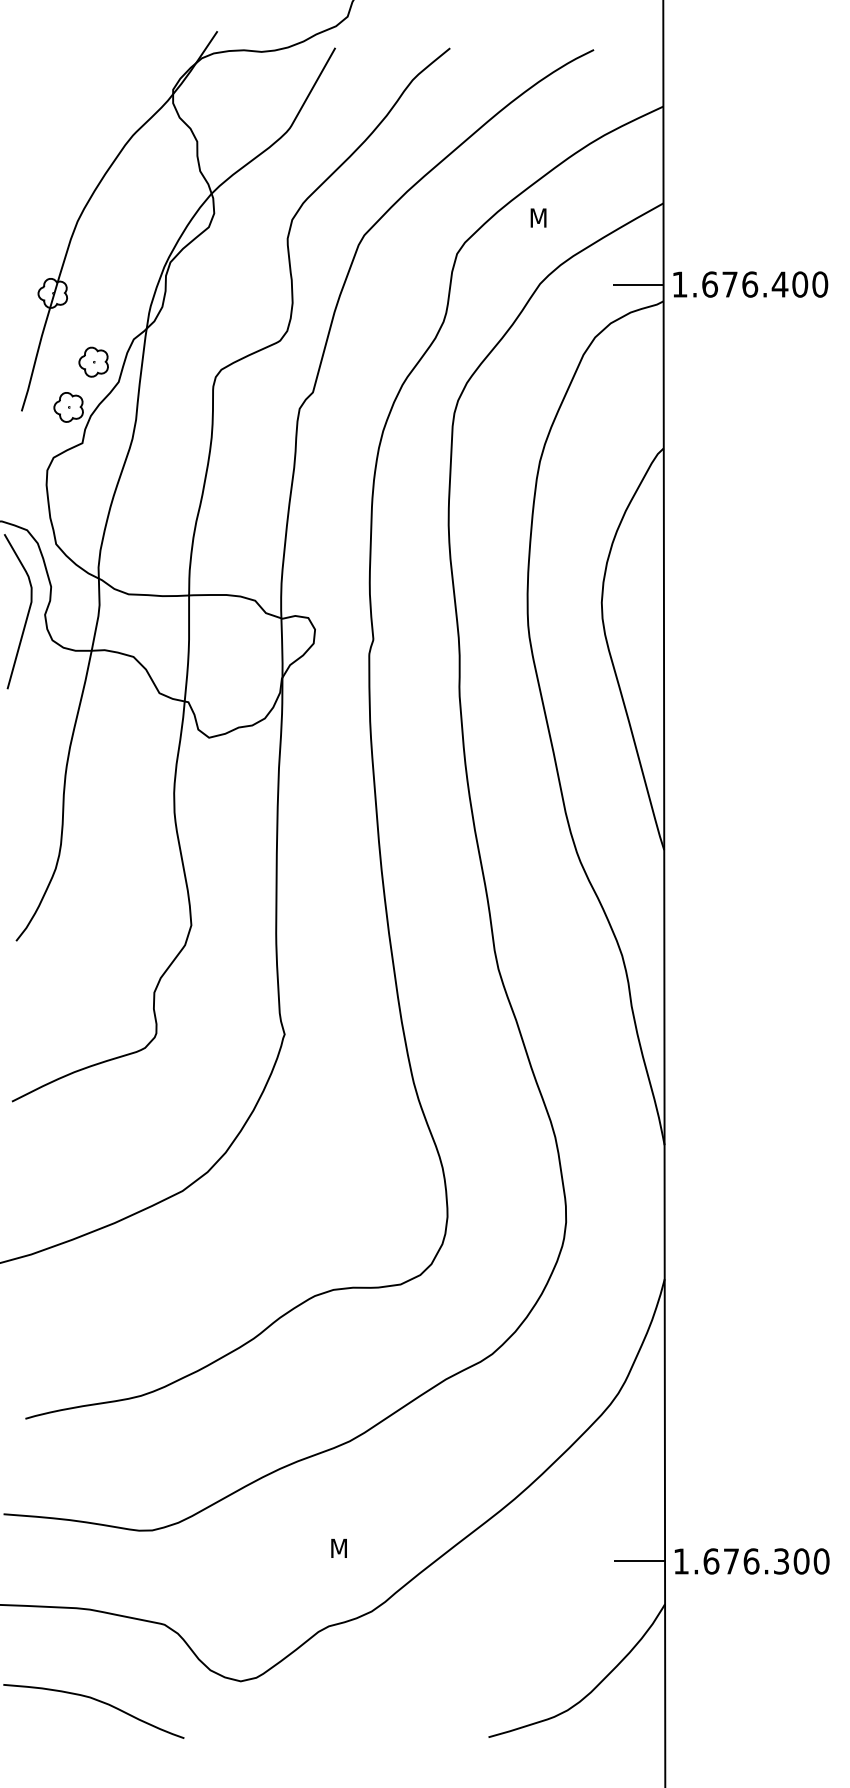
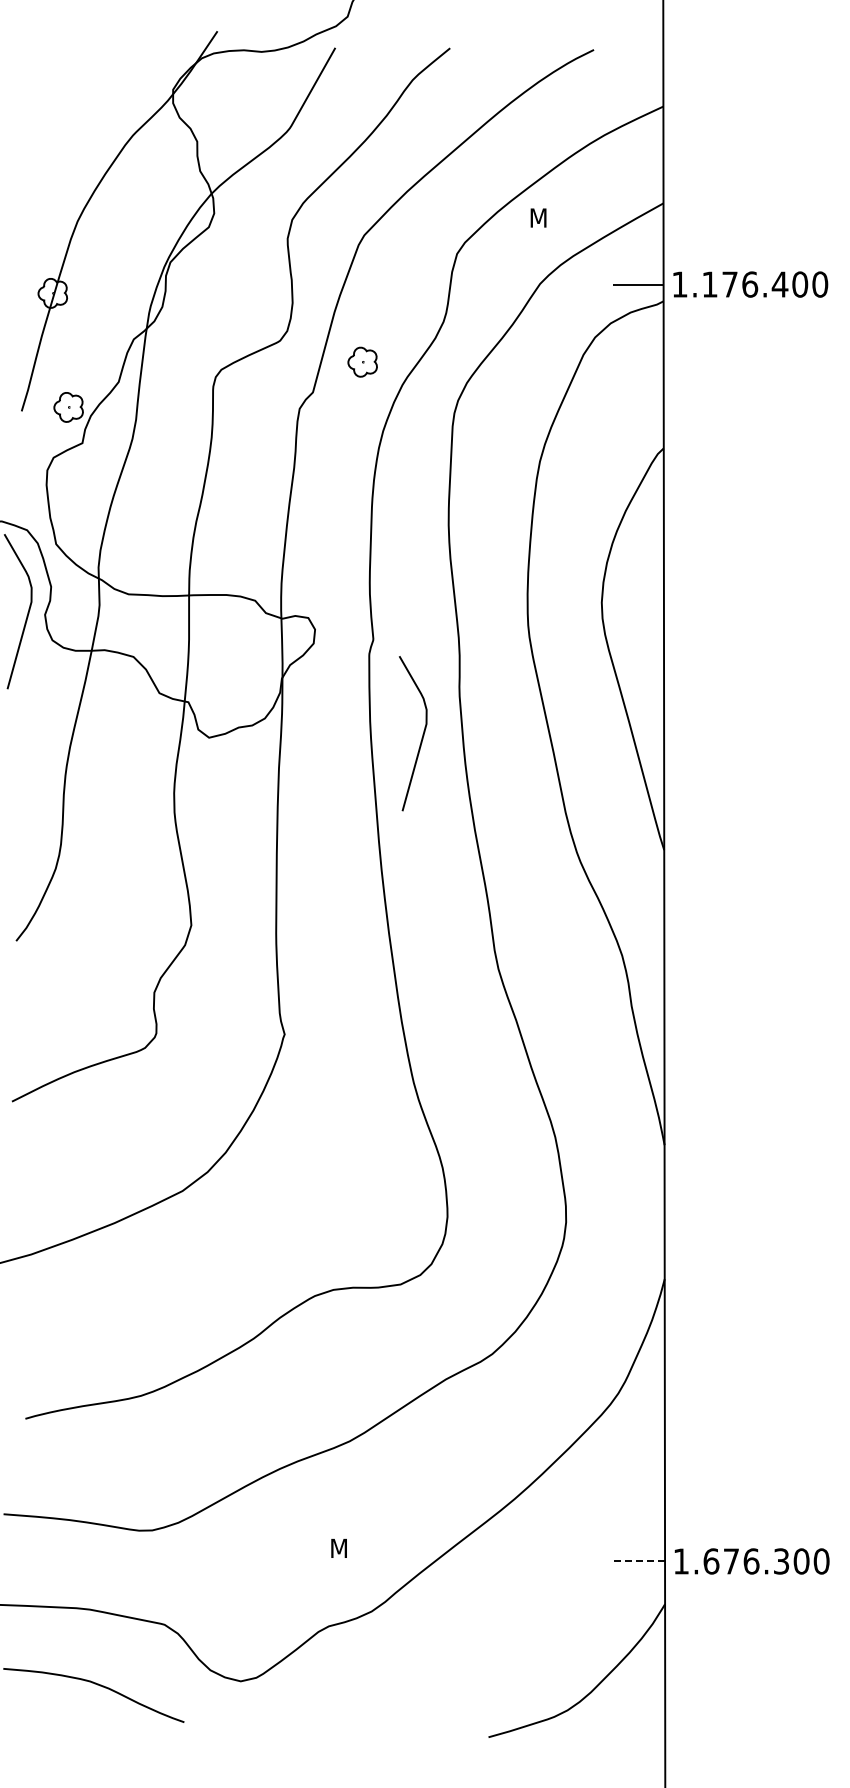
text at (710, 284): 1.676.400 -> 1.176.400
part at (93, 361) position: (93, 361) -> (362, 361)
curve at (421, 737): none -> present
line at (639, 1561): solid -> dashed
curve at (97, 1701) position: (97, 1701) -> (97, 1685)
